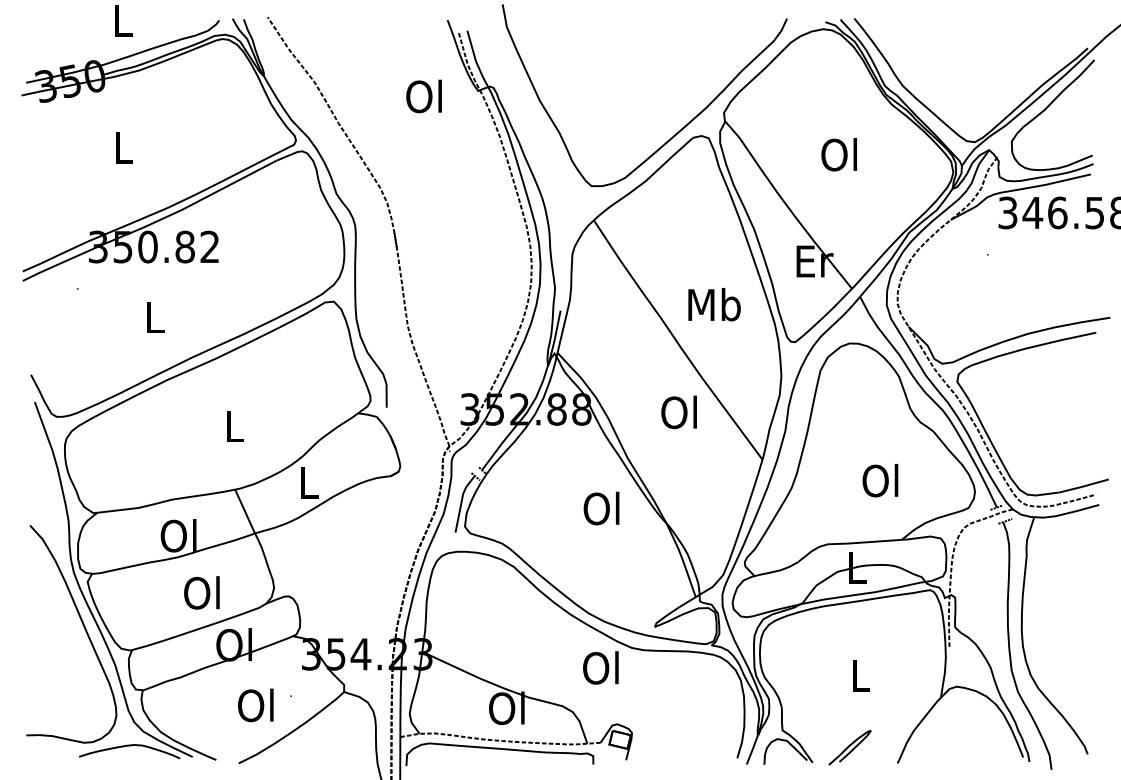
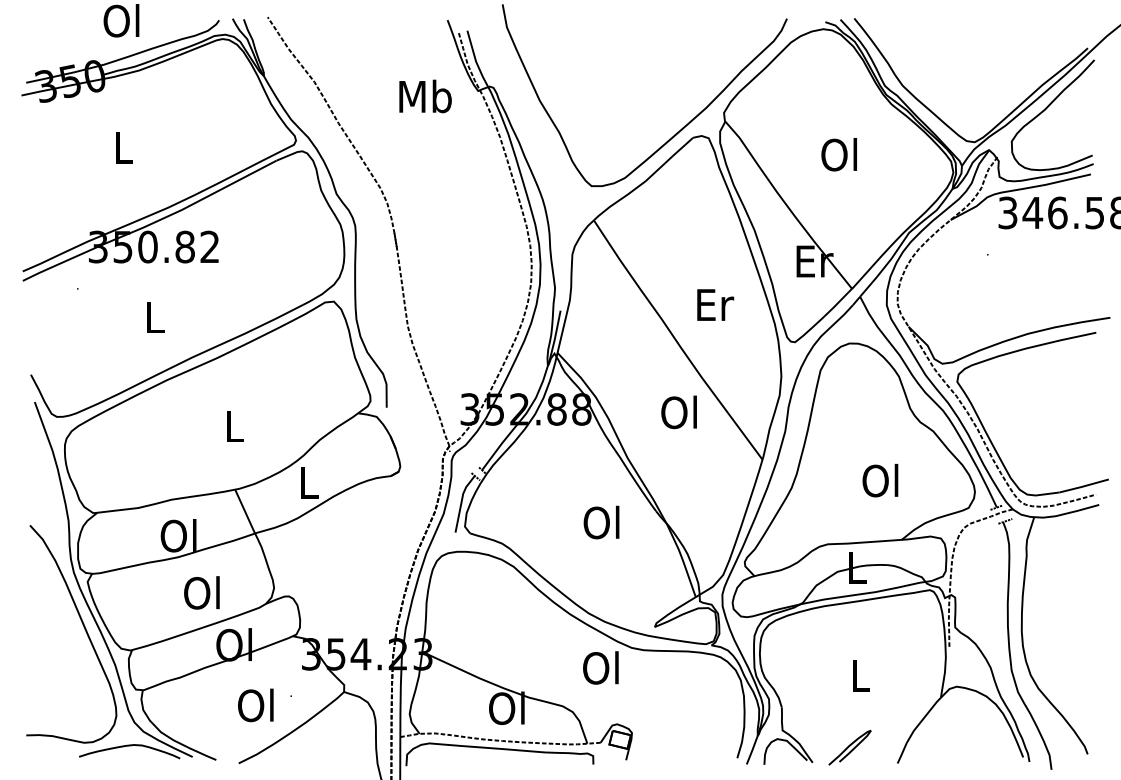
text at (121, 20): L -> Ol
text at (425, 96): Ol -> Mb
text at (714, 304): Mb -> Er
text at (601, 508) position: (601, 508) -> (601, 522)
